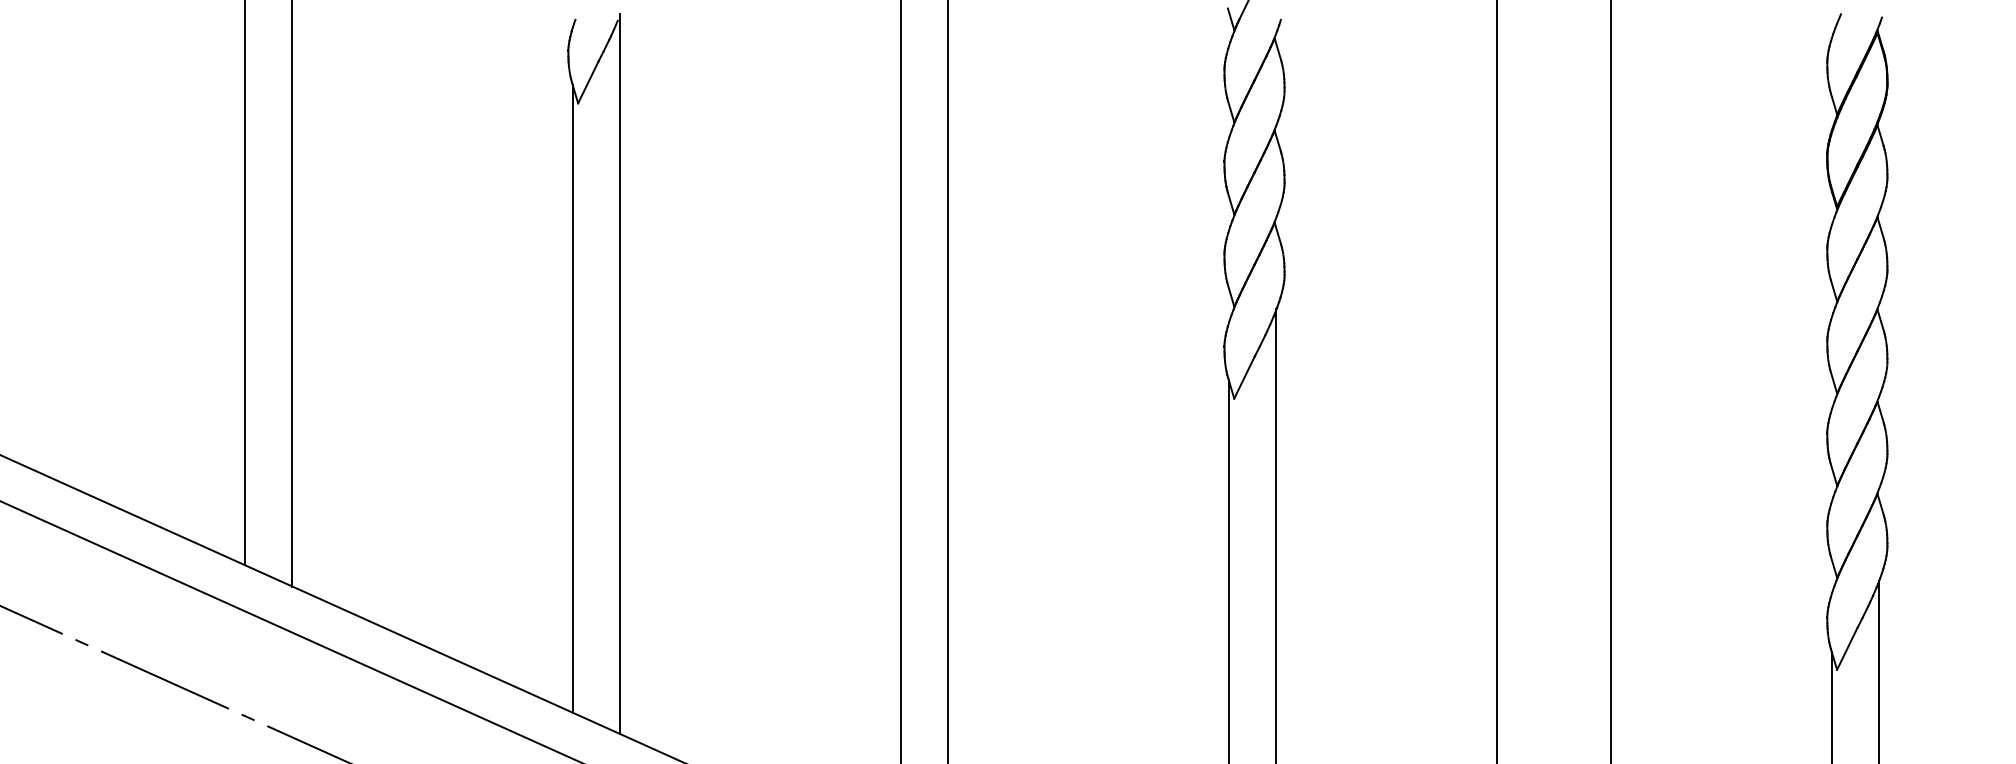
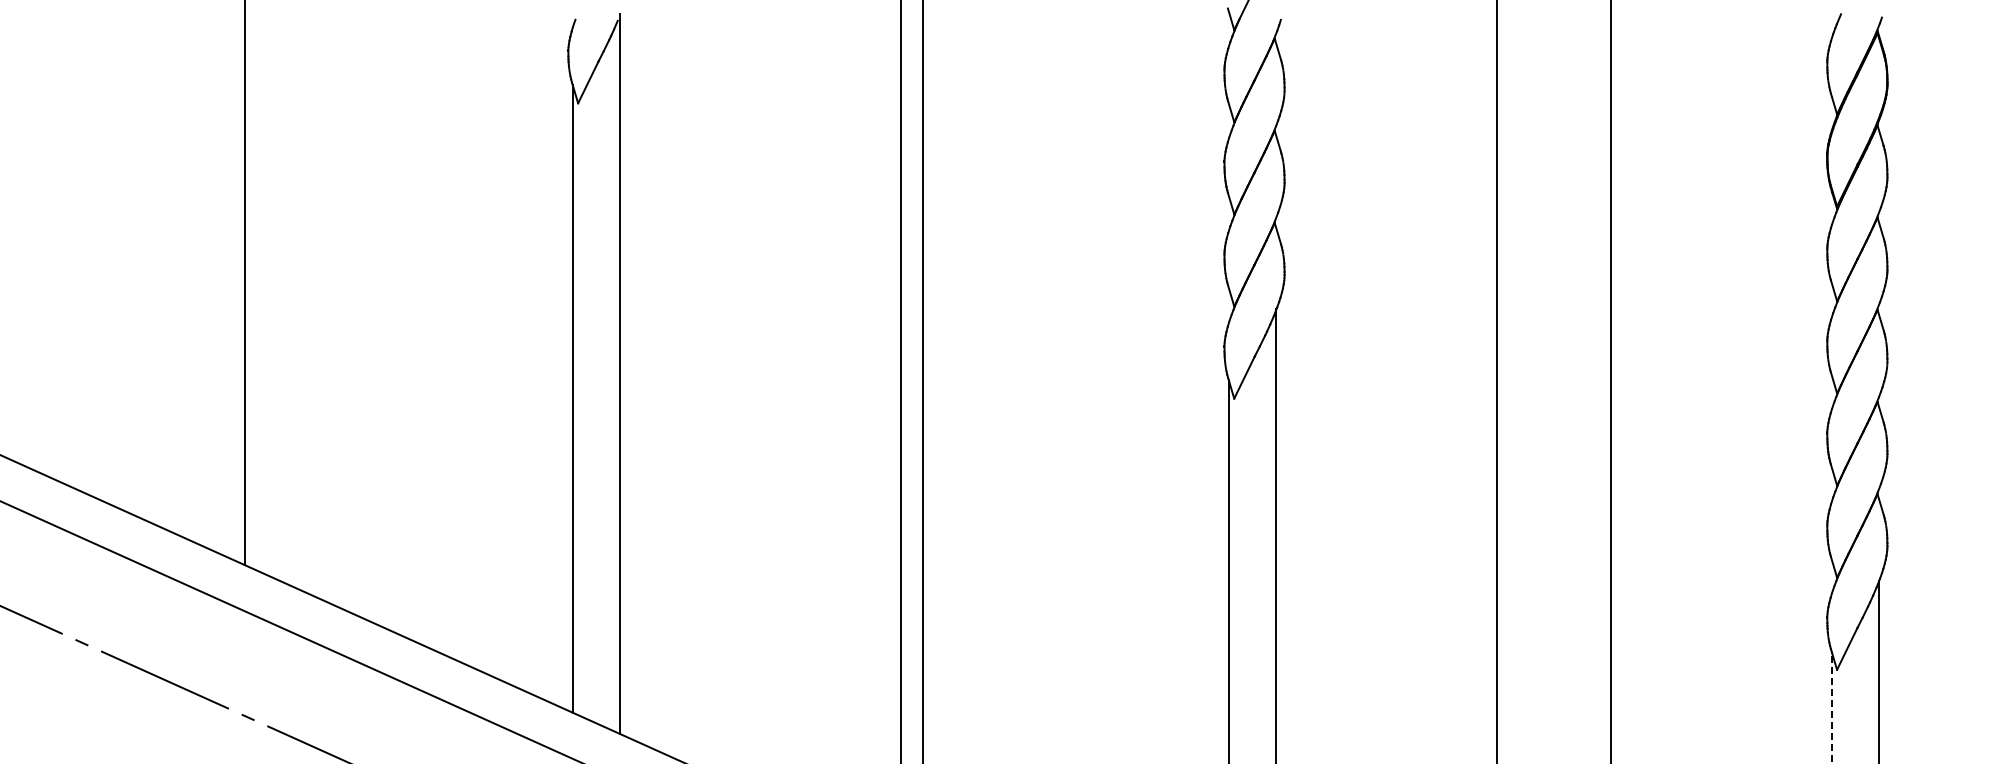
line at (292, 294): present -> none
line at (948, 381) position: (948, 381) -> (923, 381)
line at (1831, 707): solid -> dashed
